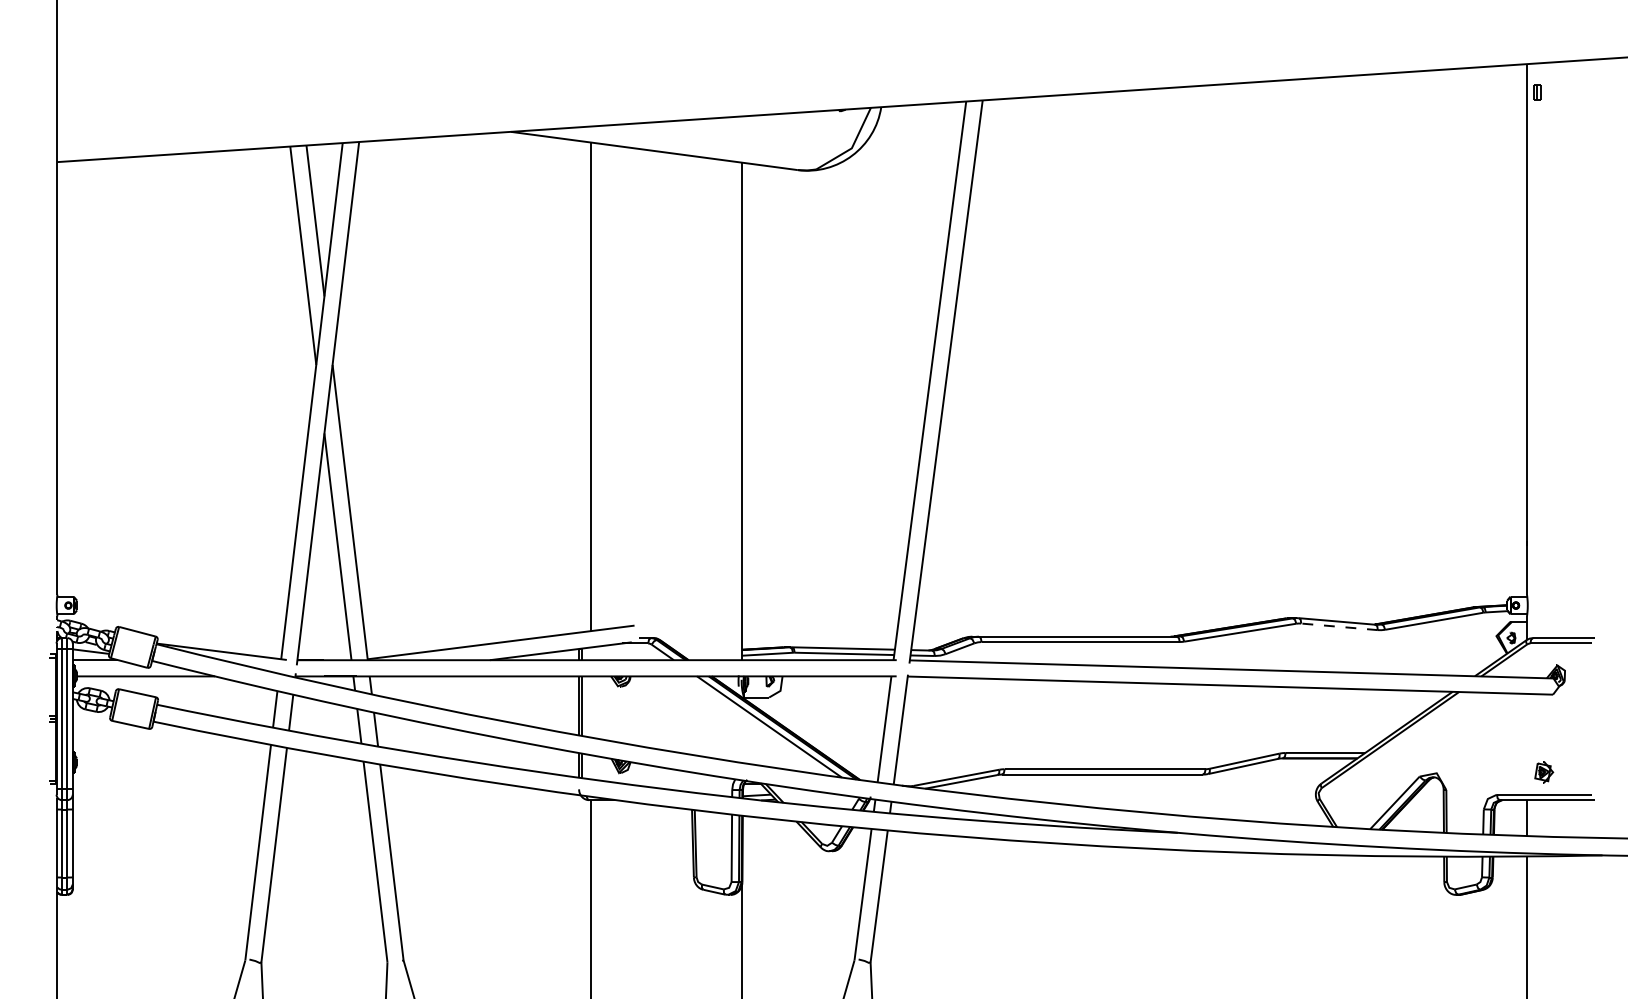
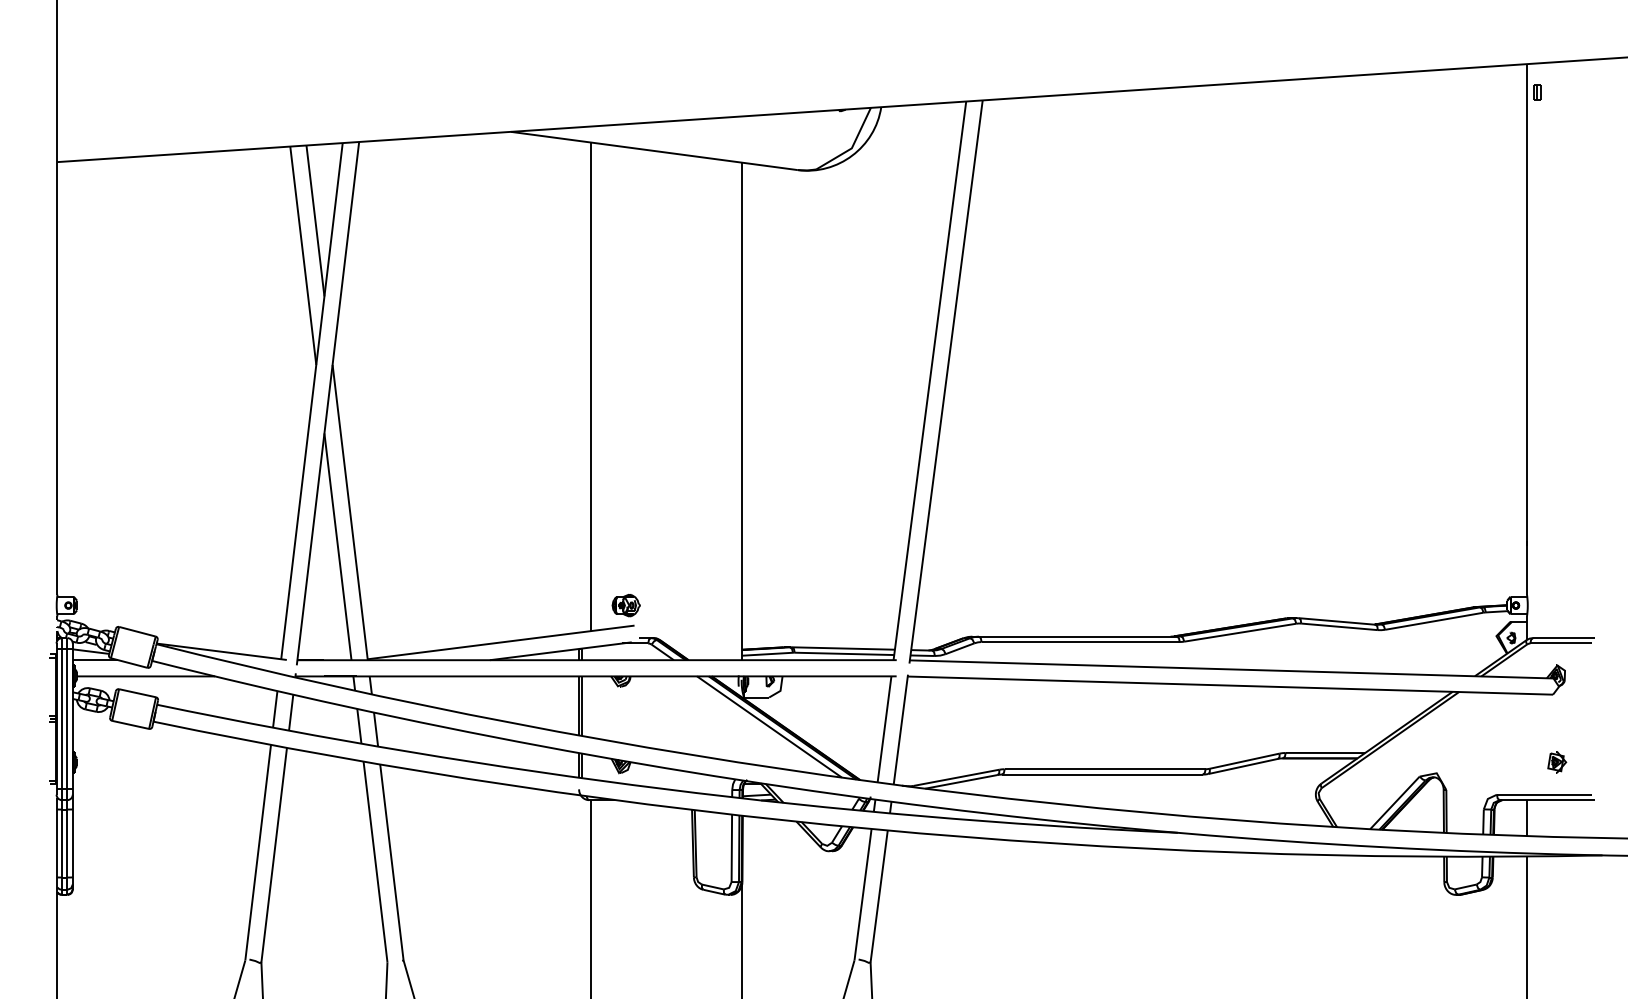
part at (625, 605): none -> present
line at (1339, 626): dashed -> solid
part at (1544, 772) position: (1544, 772) -> (1557, 762)
